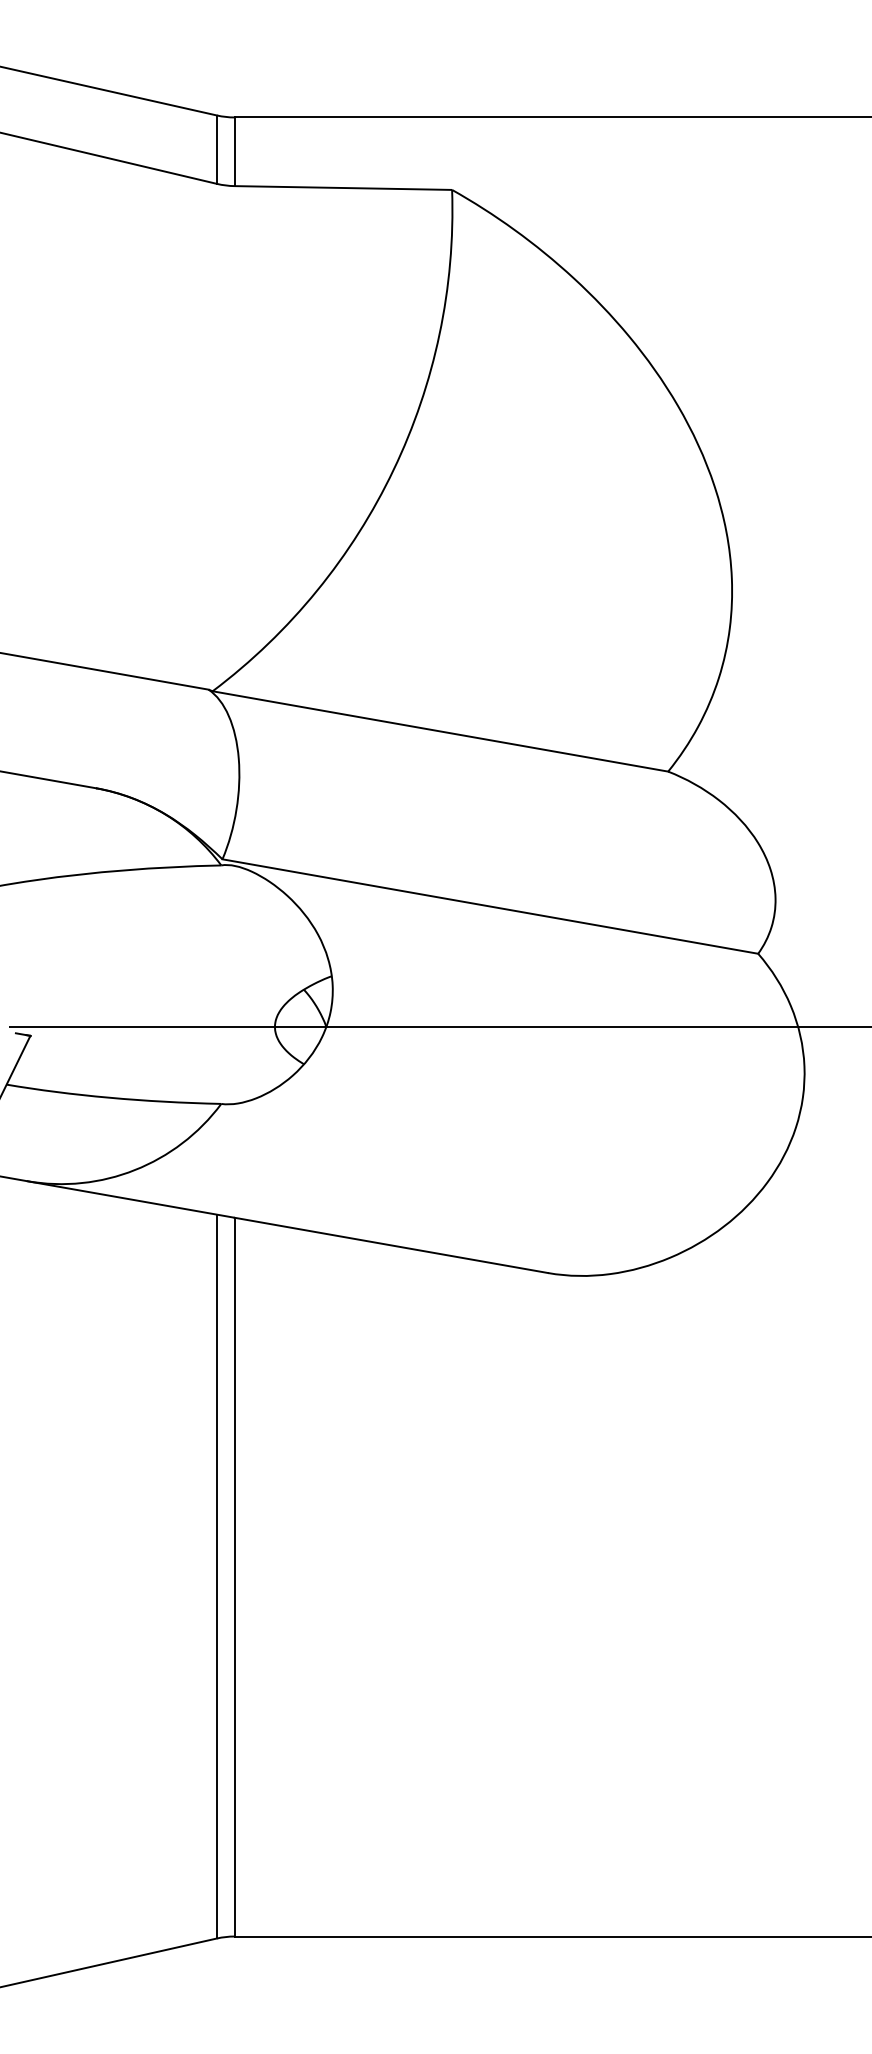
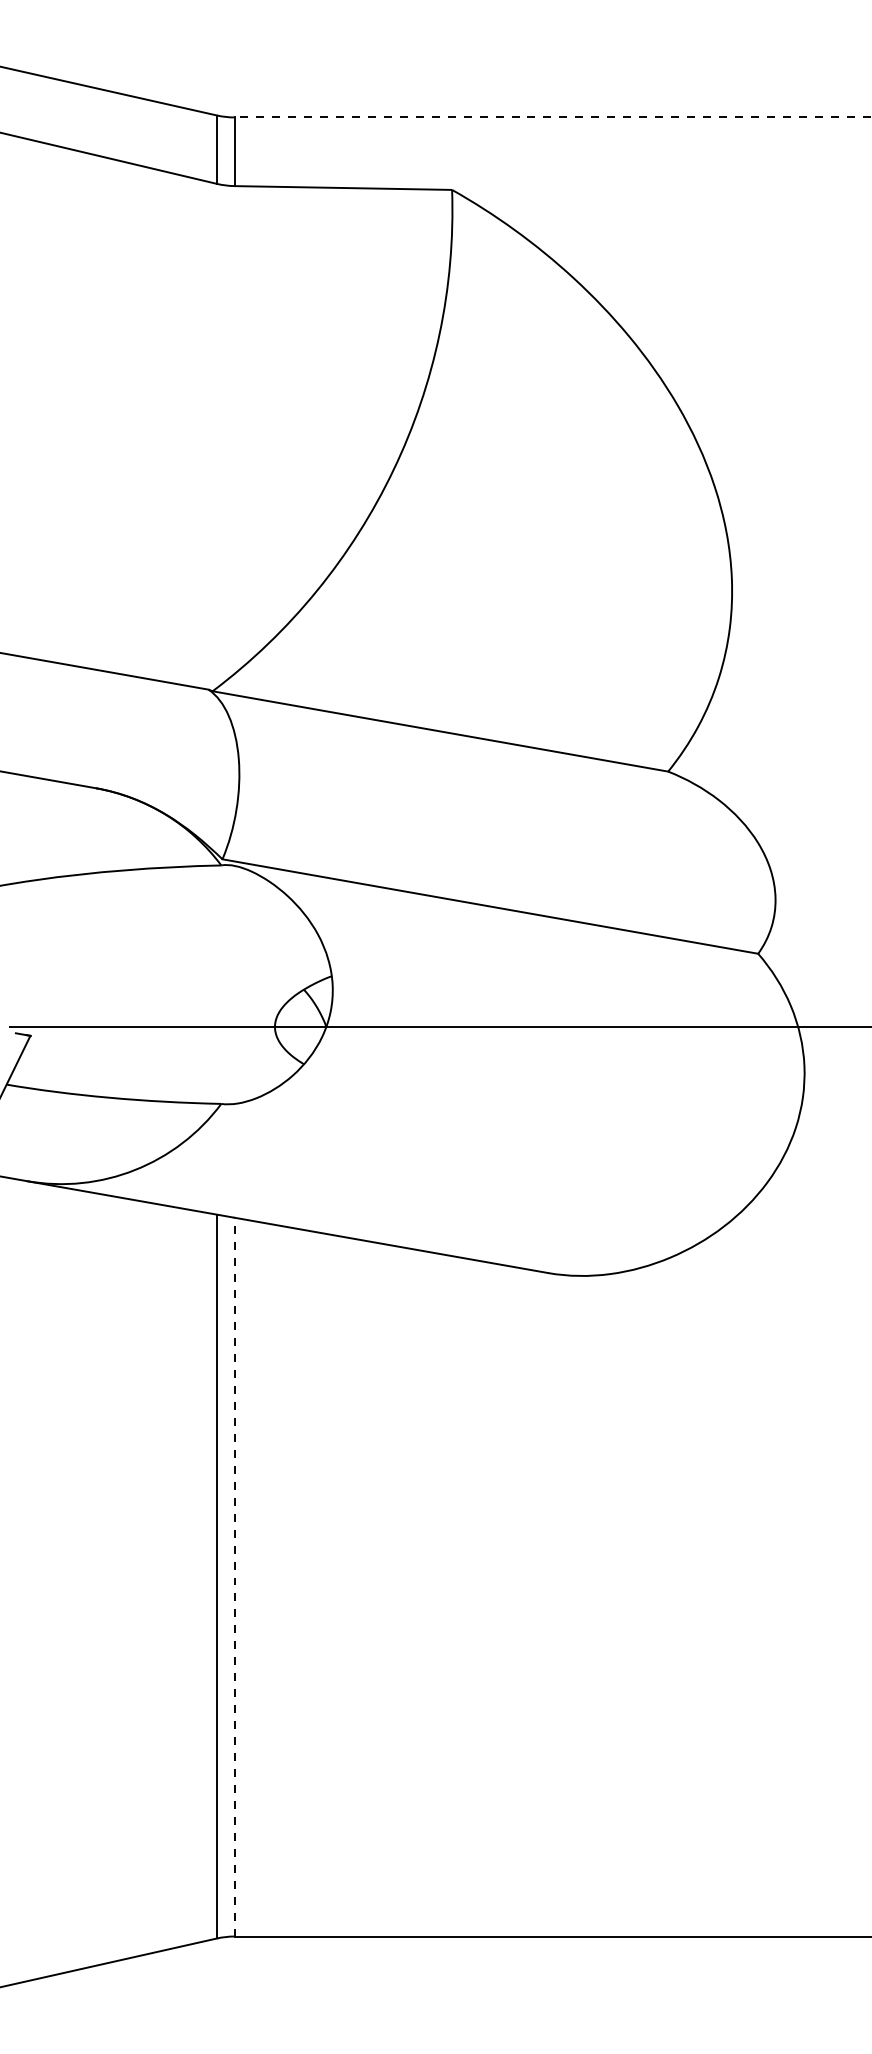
line at (552, 117): solid -> dashed
line at (234, 1576): solid -> dashed
